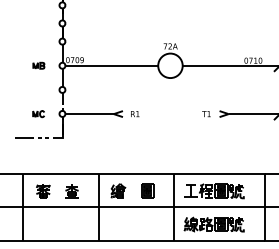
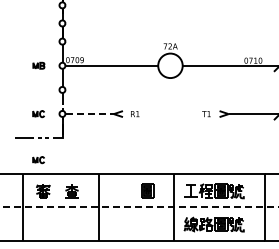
line at (90, 114): solid -> dashed
part at (38, 160): none -> present
part at (118, 190): present -> none
line at (140, 207): solid -> dashed
